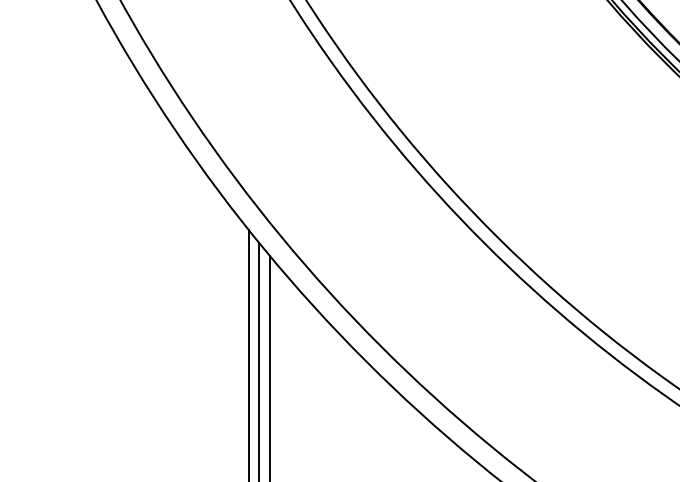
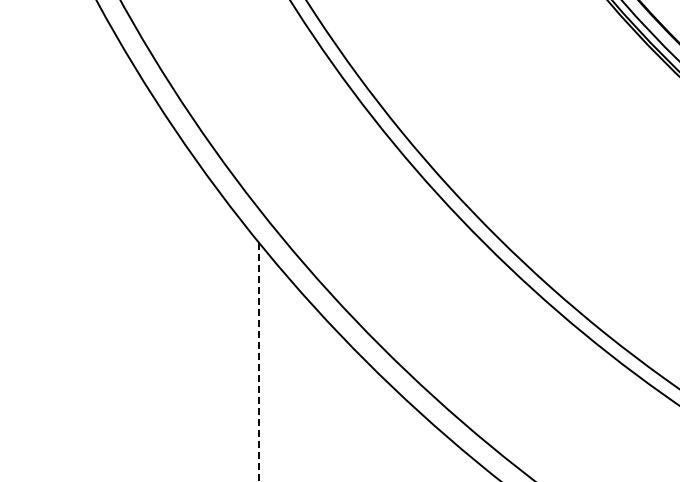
line at (248, 353): present -> none
line at (259, 362): solid -> dashed
line at (269, 366): present -> none
